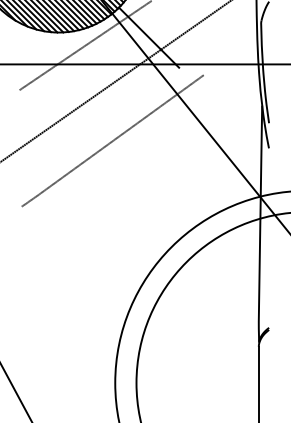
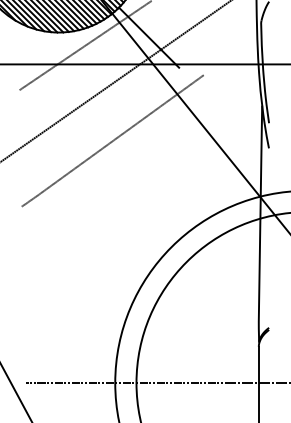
line at (156, 383): none -> present
